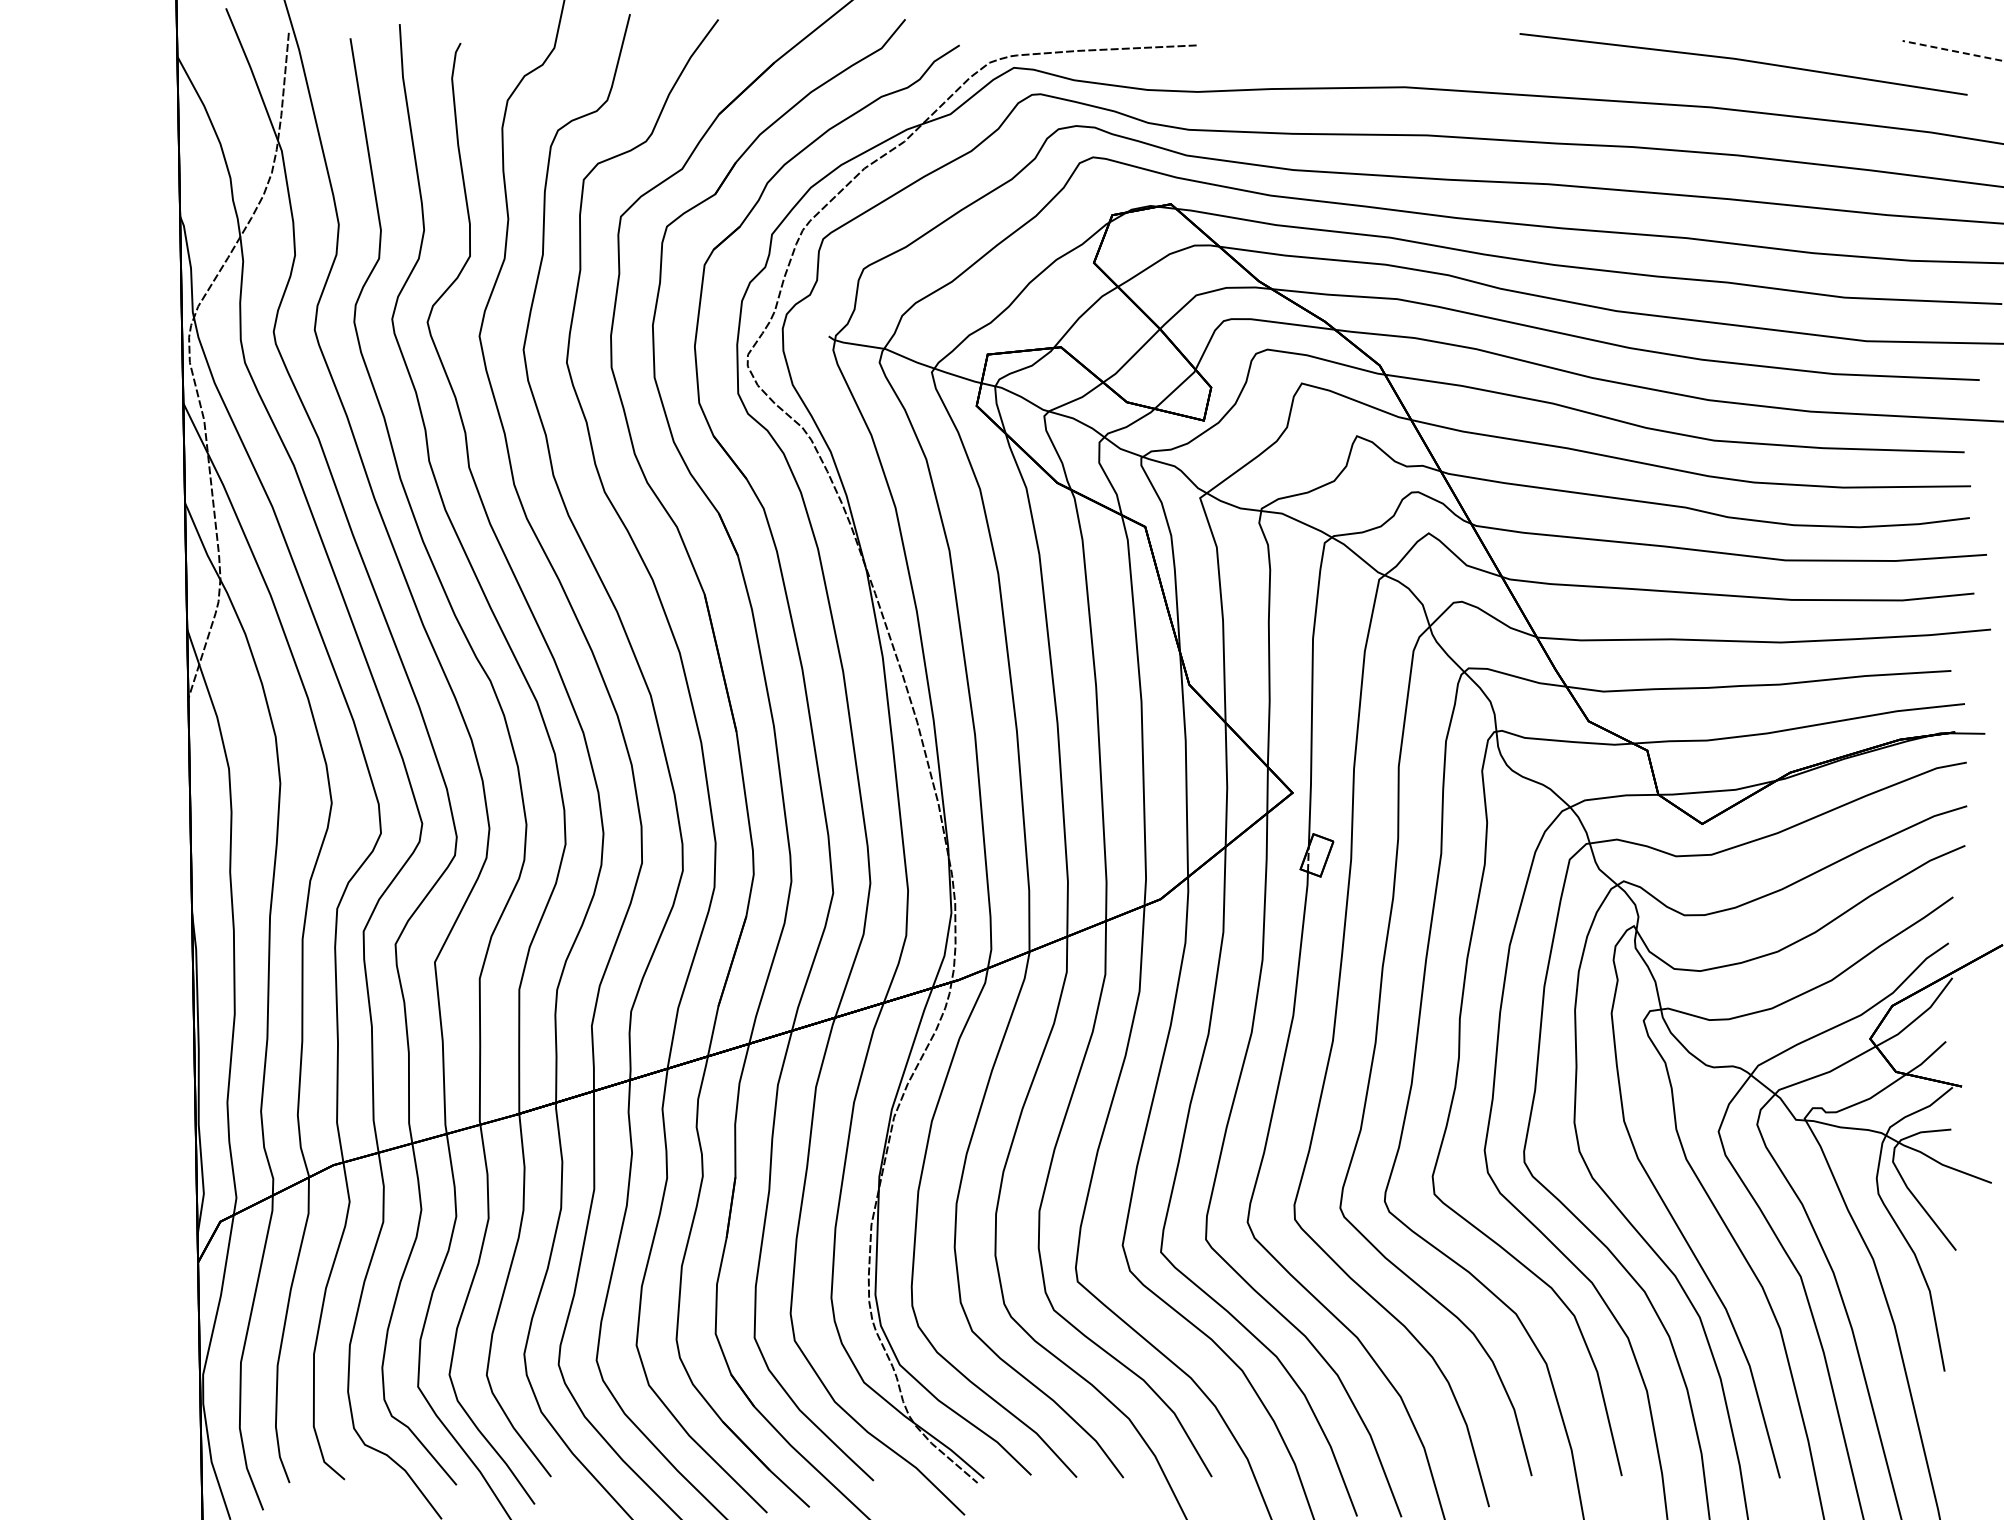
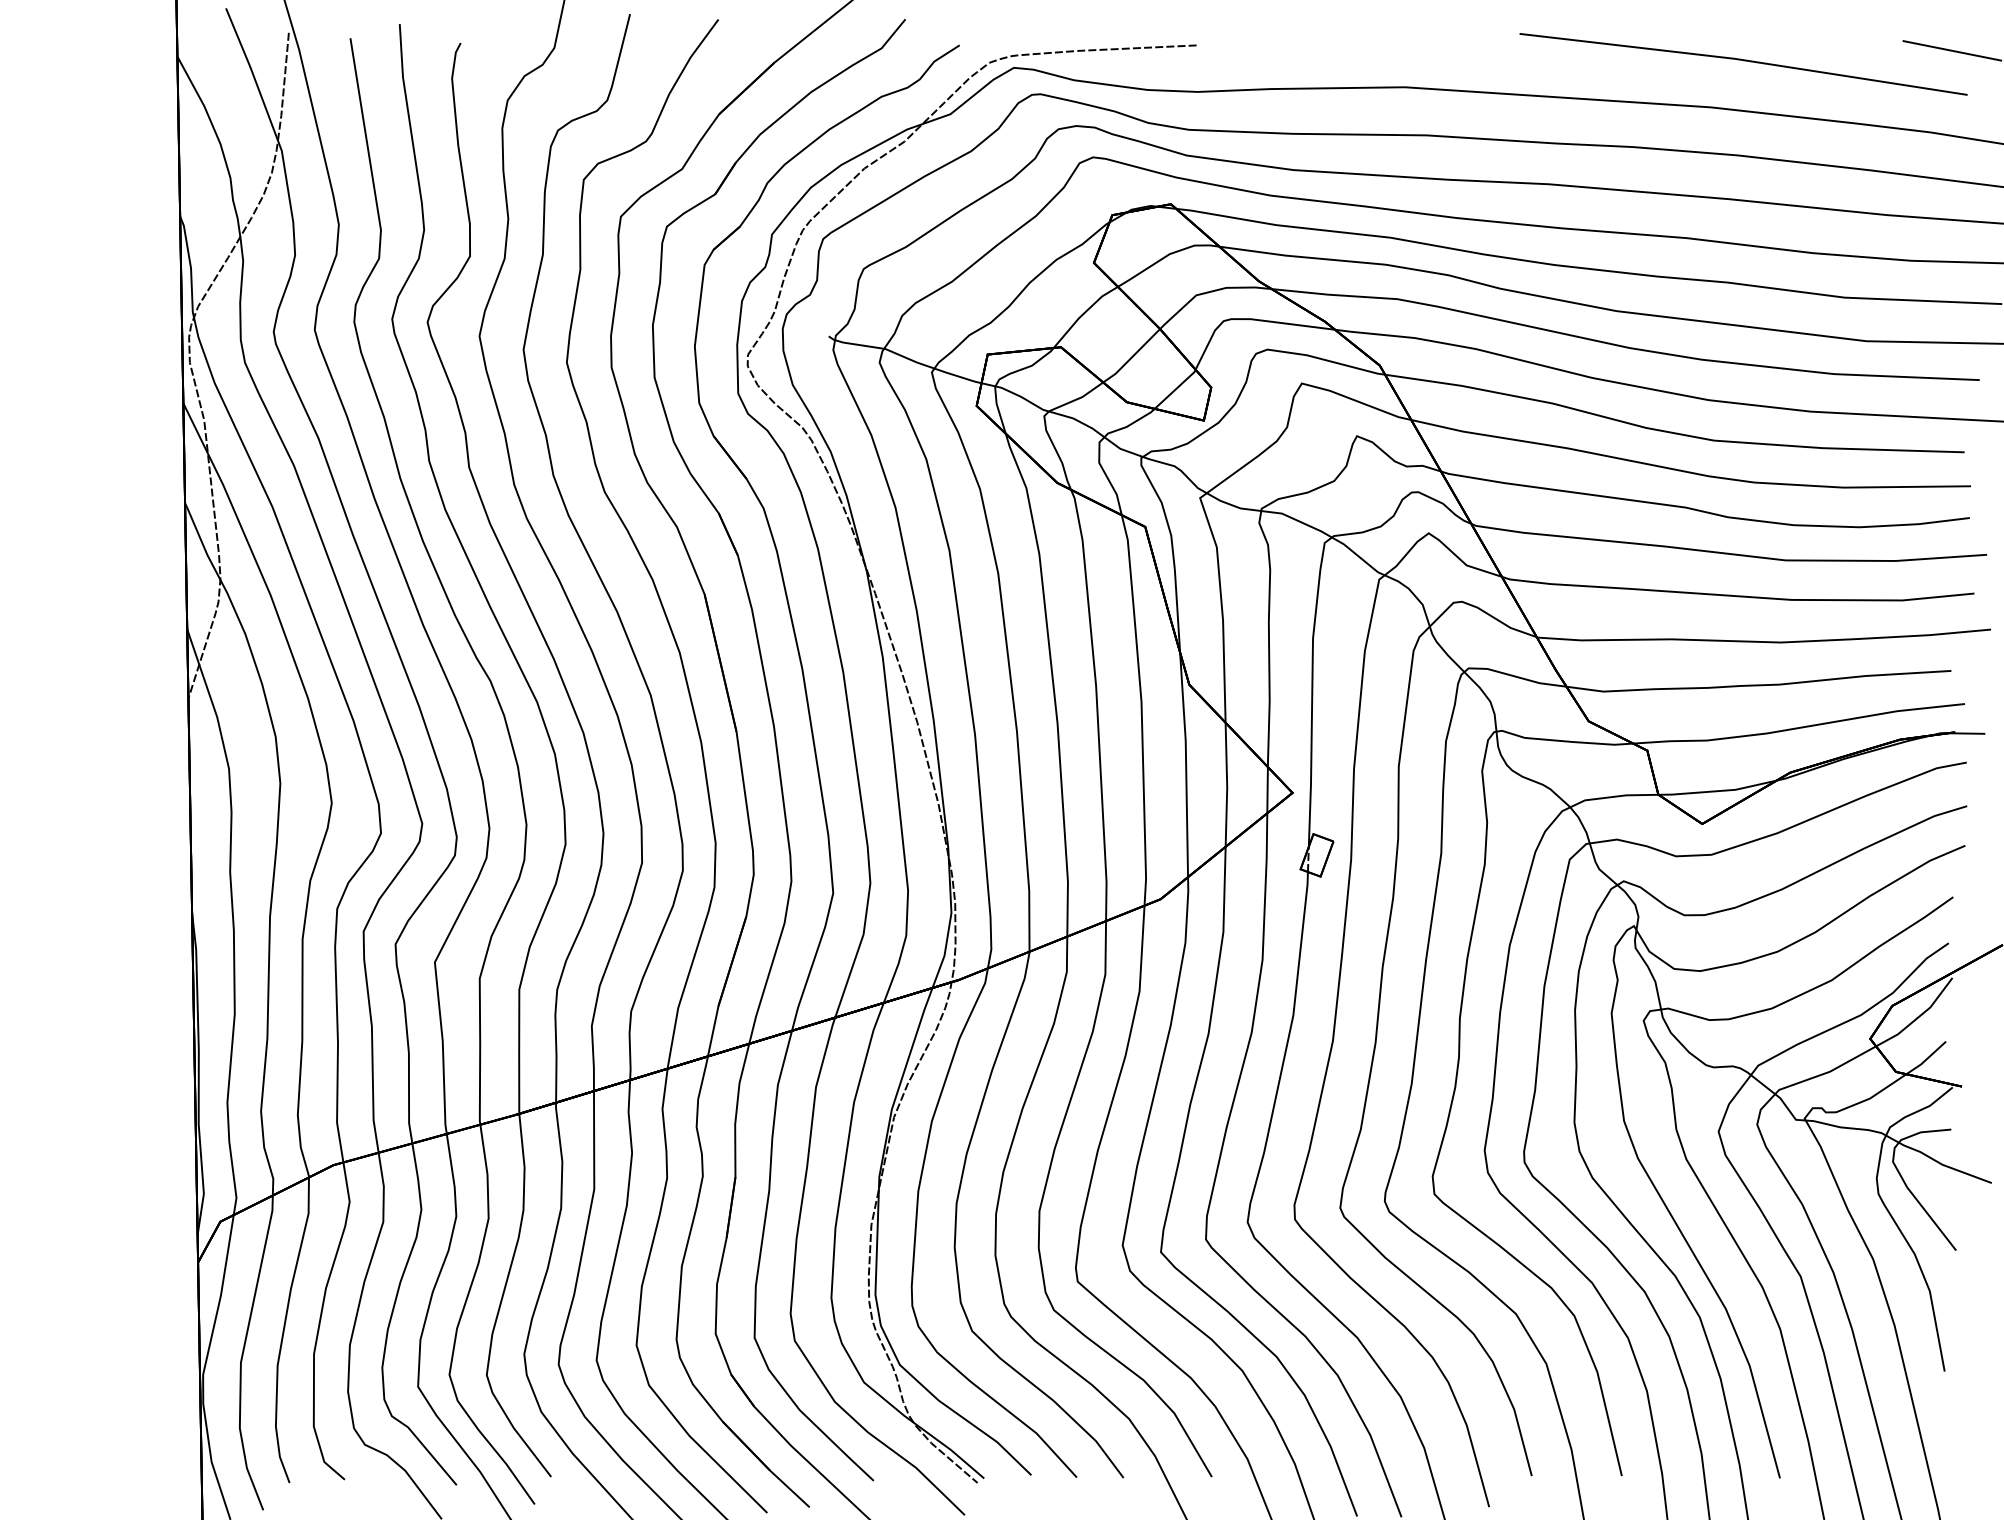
line at (1952, 50): dashed -> solid
